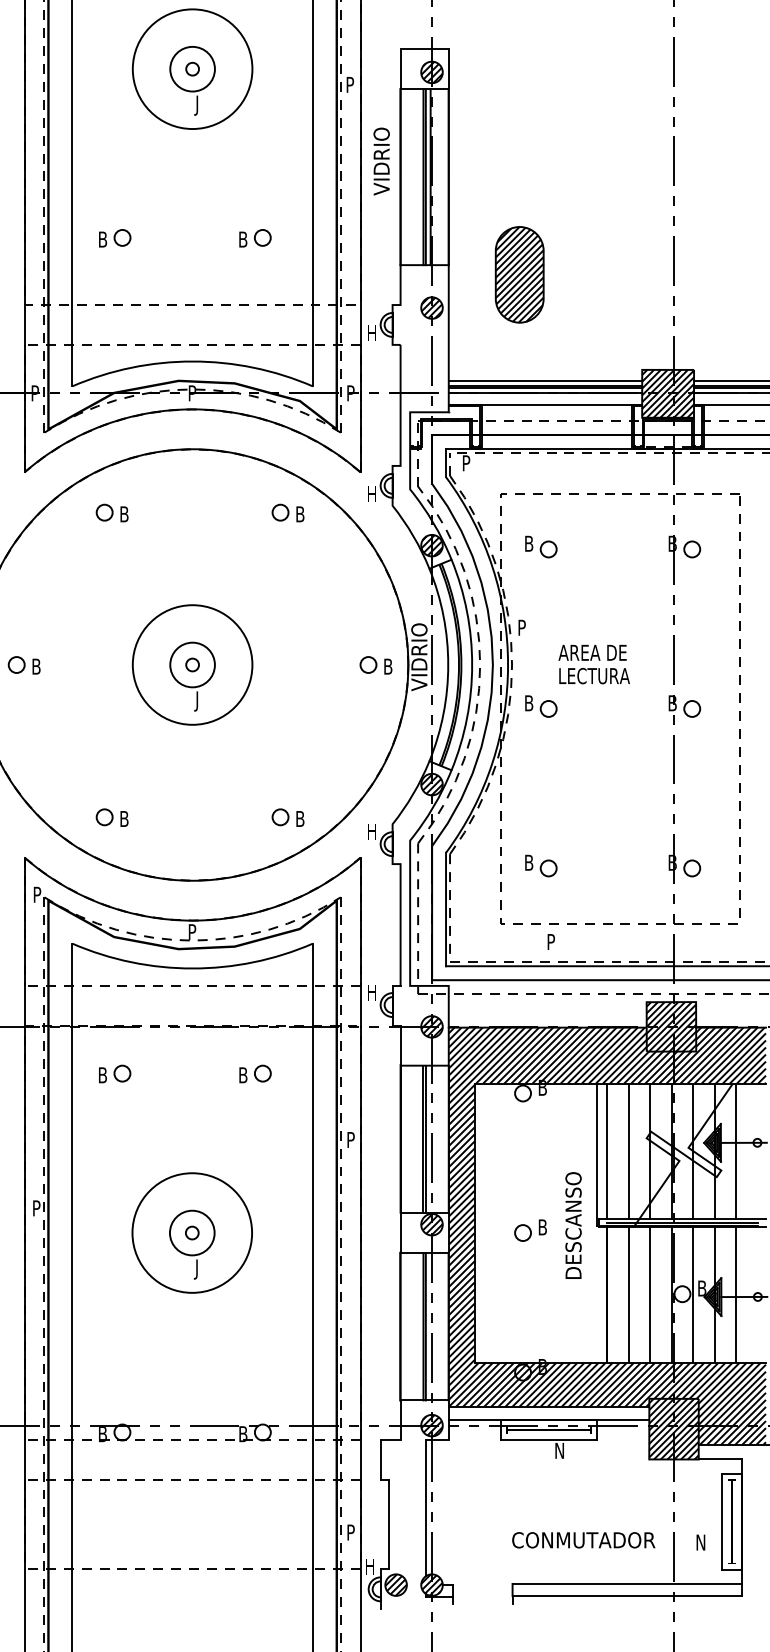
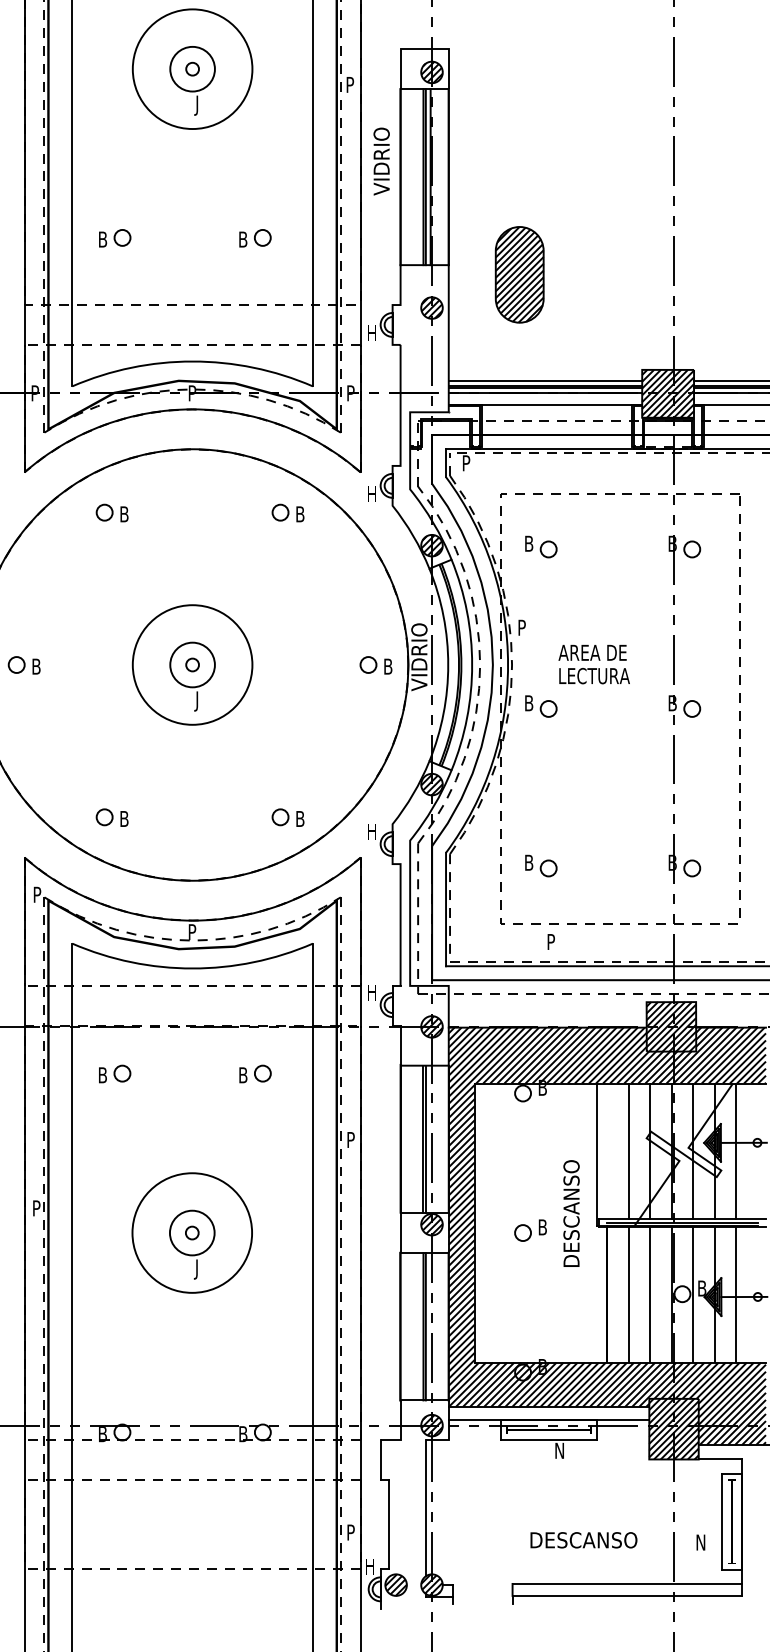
line at (607, 1151): present -> none
text at (573, 1225) position: (573, 1225) -> (571, 1213)
text at (583, 1540): CONMUTADOR -> DESCANSO
